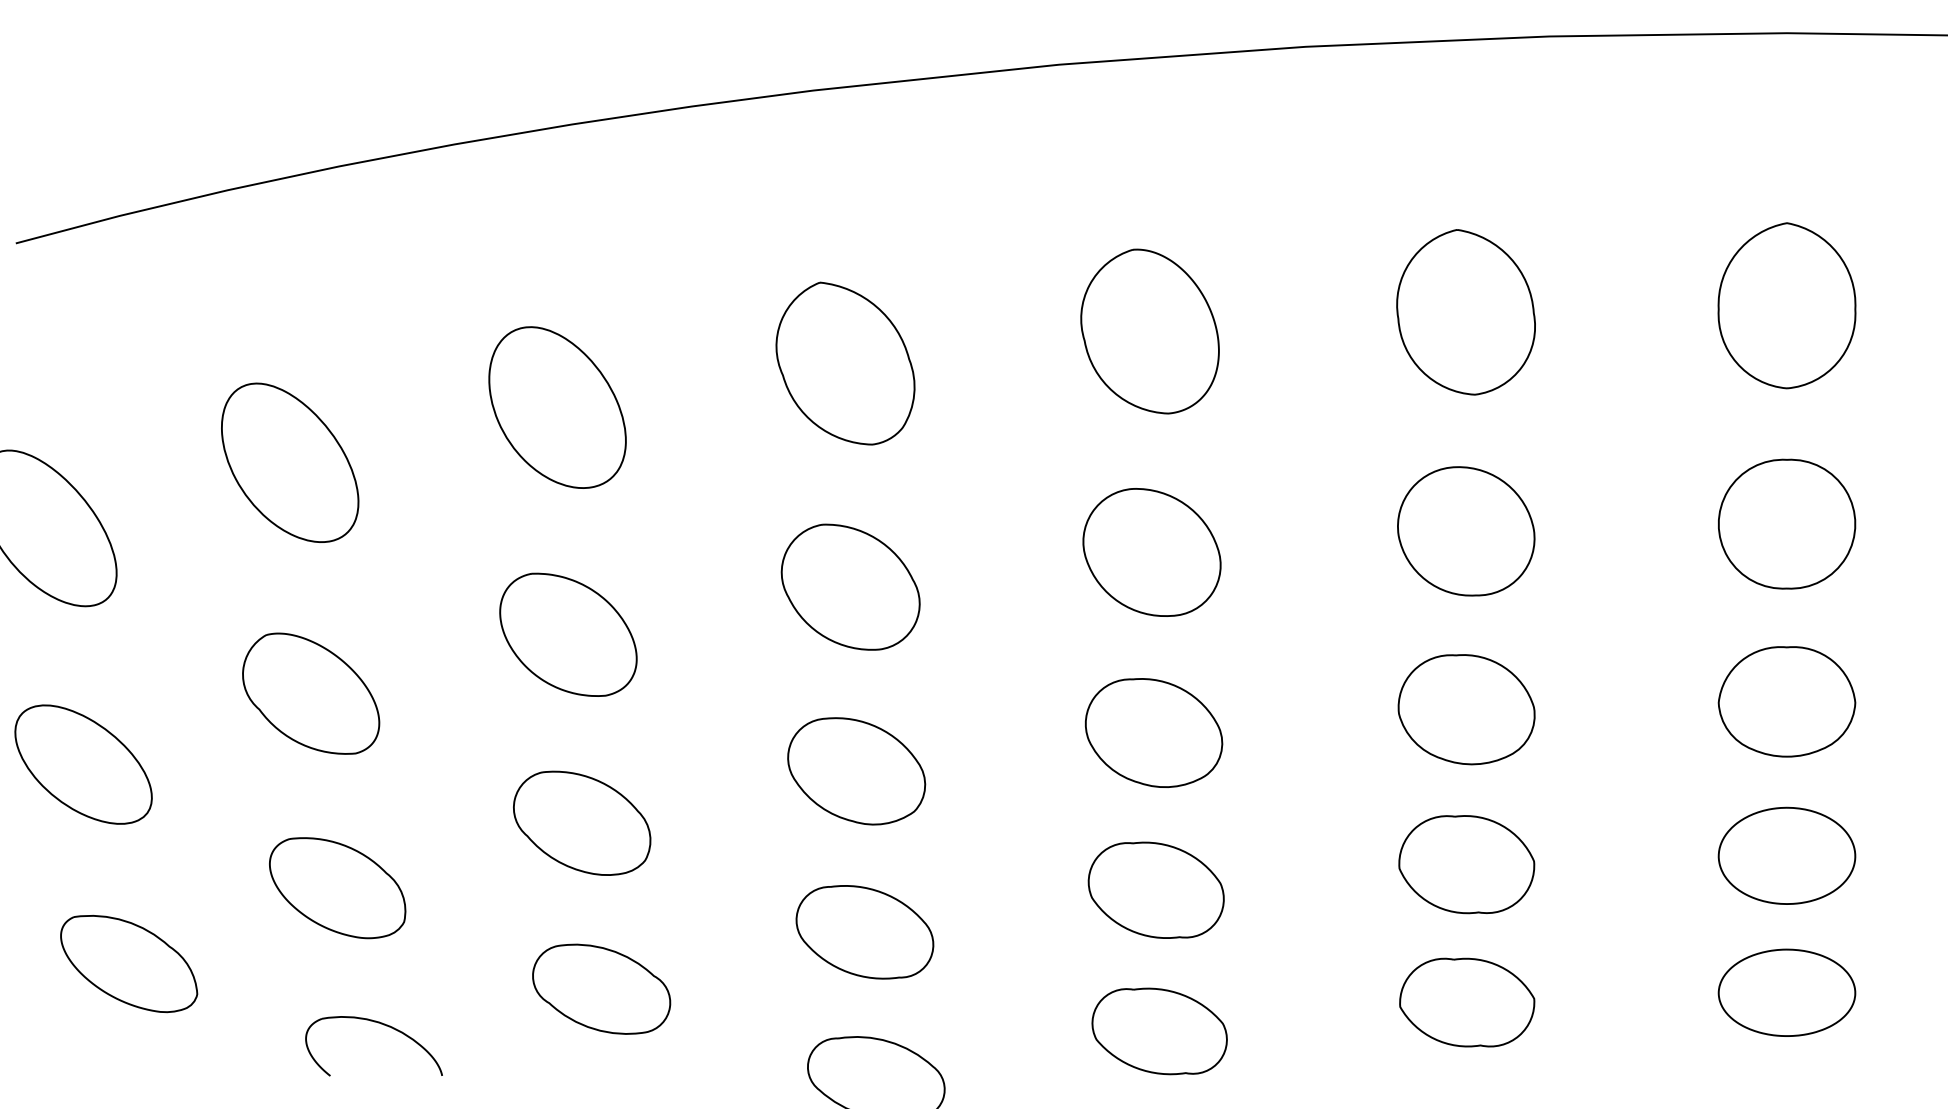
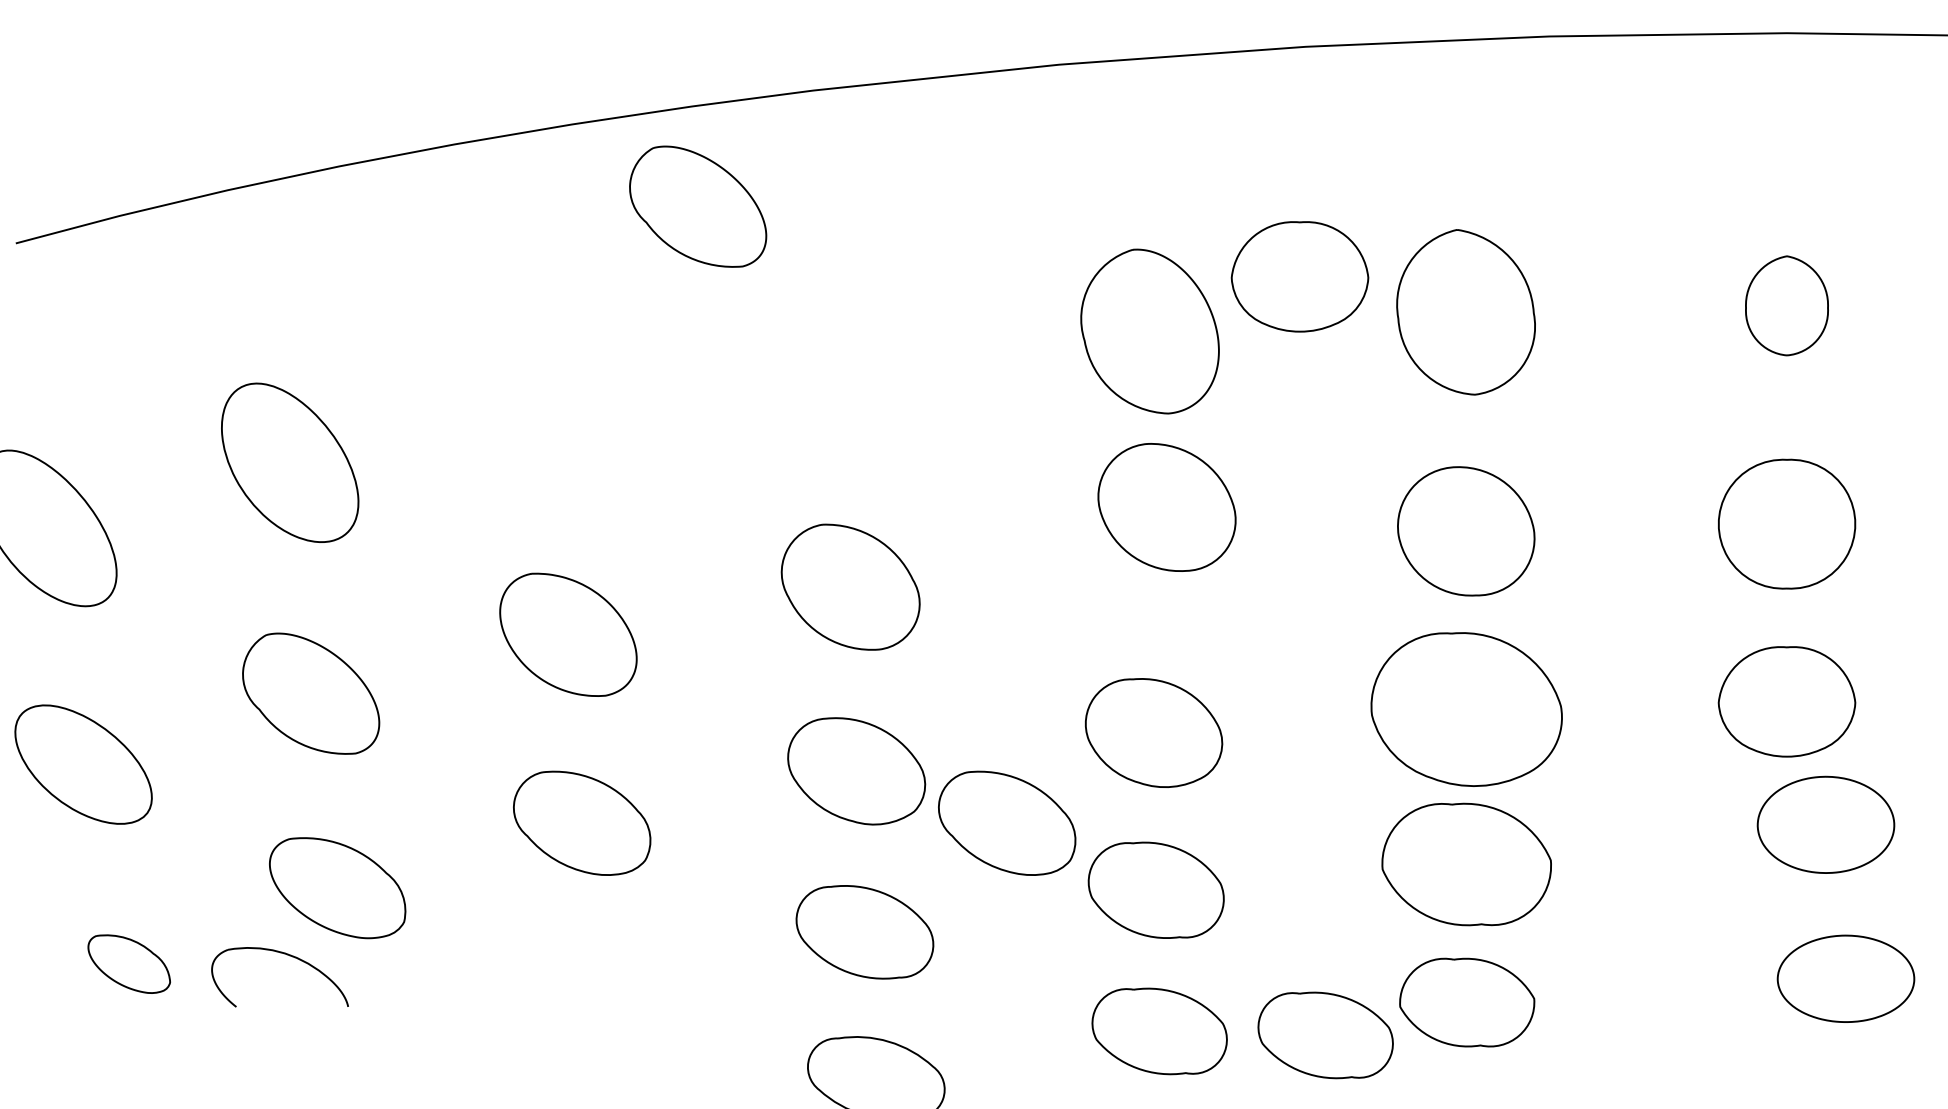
part at (698, 206): none -> present
part at (1299, 276): none -> present
part at (1786, 305) size: 140x168 px -> 84x102 px
part at (845, 363): present -> none
part at (557, 407): present -> none
part at (1151, 552) position: (1151, 552) -> (1166, 507)
part at (1466, 709) size: 139x112 px -> 193x155 px
part at (1007, 822): none -> present
part at (1786, 855) position: (1786, 855) -> (1825, 824)
part at (1466, 864) size: 138x100 px -> 171x125 px
part at (129, 964) size: 139x99 px -> 84x60 px
part at (601, 988): present -> none
part at (1786, 992) position: (1786, 992) -> (1845, 978)
part at (383, 1025) position: (383, 1025) -> (289, 956)
part at (1325, 1035): none -> present
